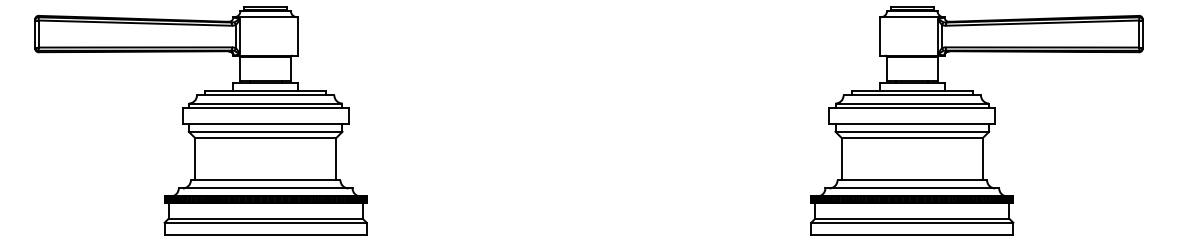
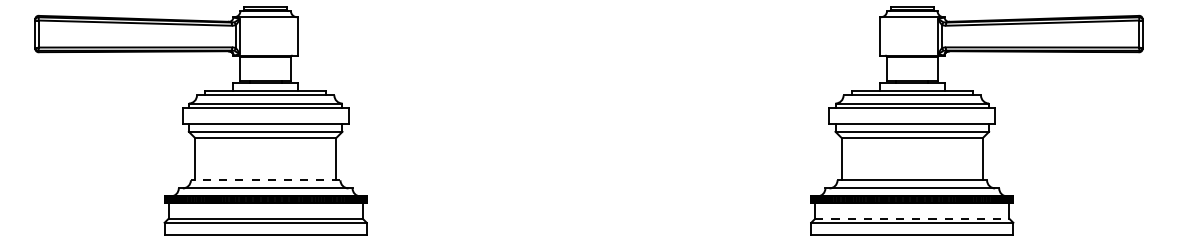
line at (265, 180): solid -> dashed
line at (912, 218): solid -> dashed
